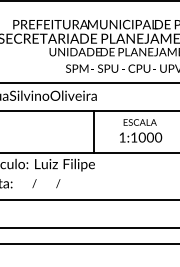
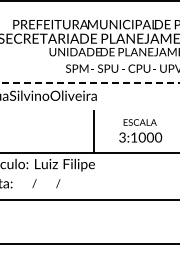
line at (89, 83): solid -> dashed
line at (89, 110): present -> none
text at (122, 137): 1:1000 -> 3:1000
line at (89, 227): present -> none
